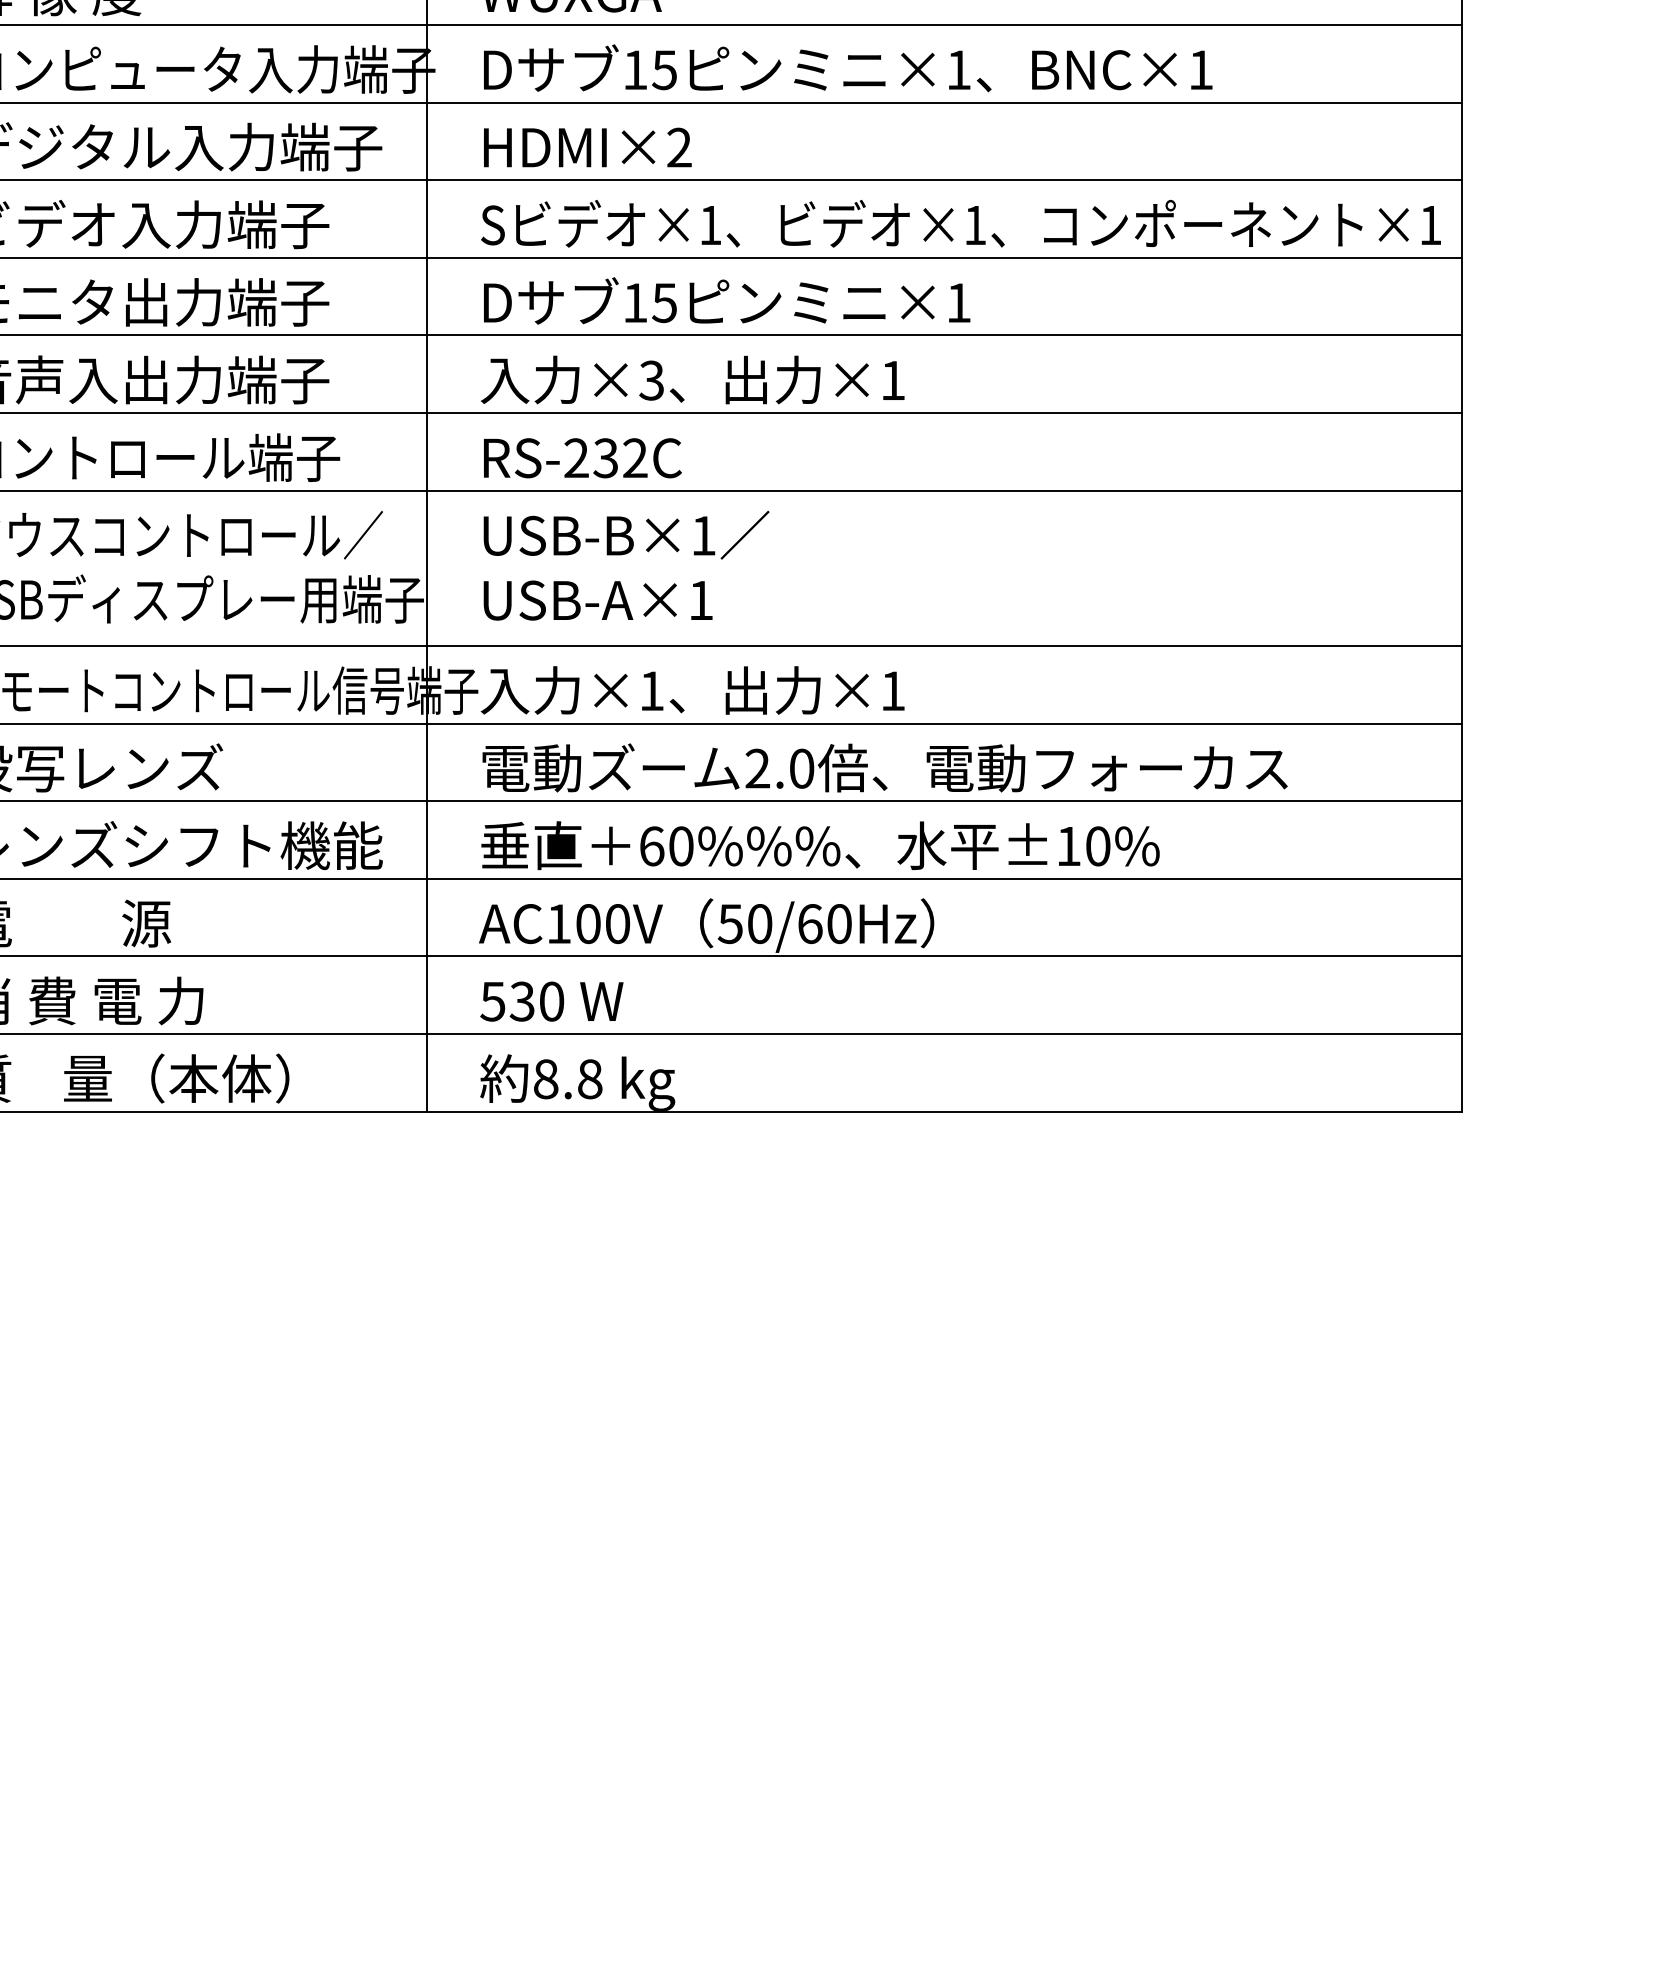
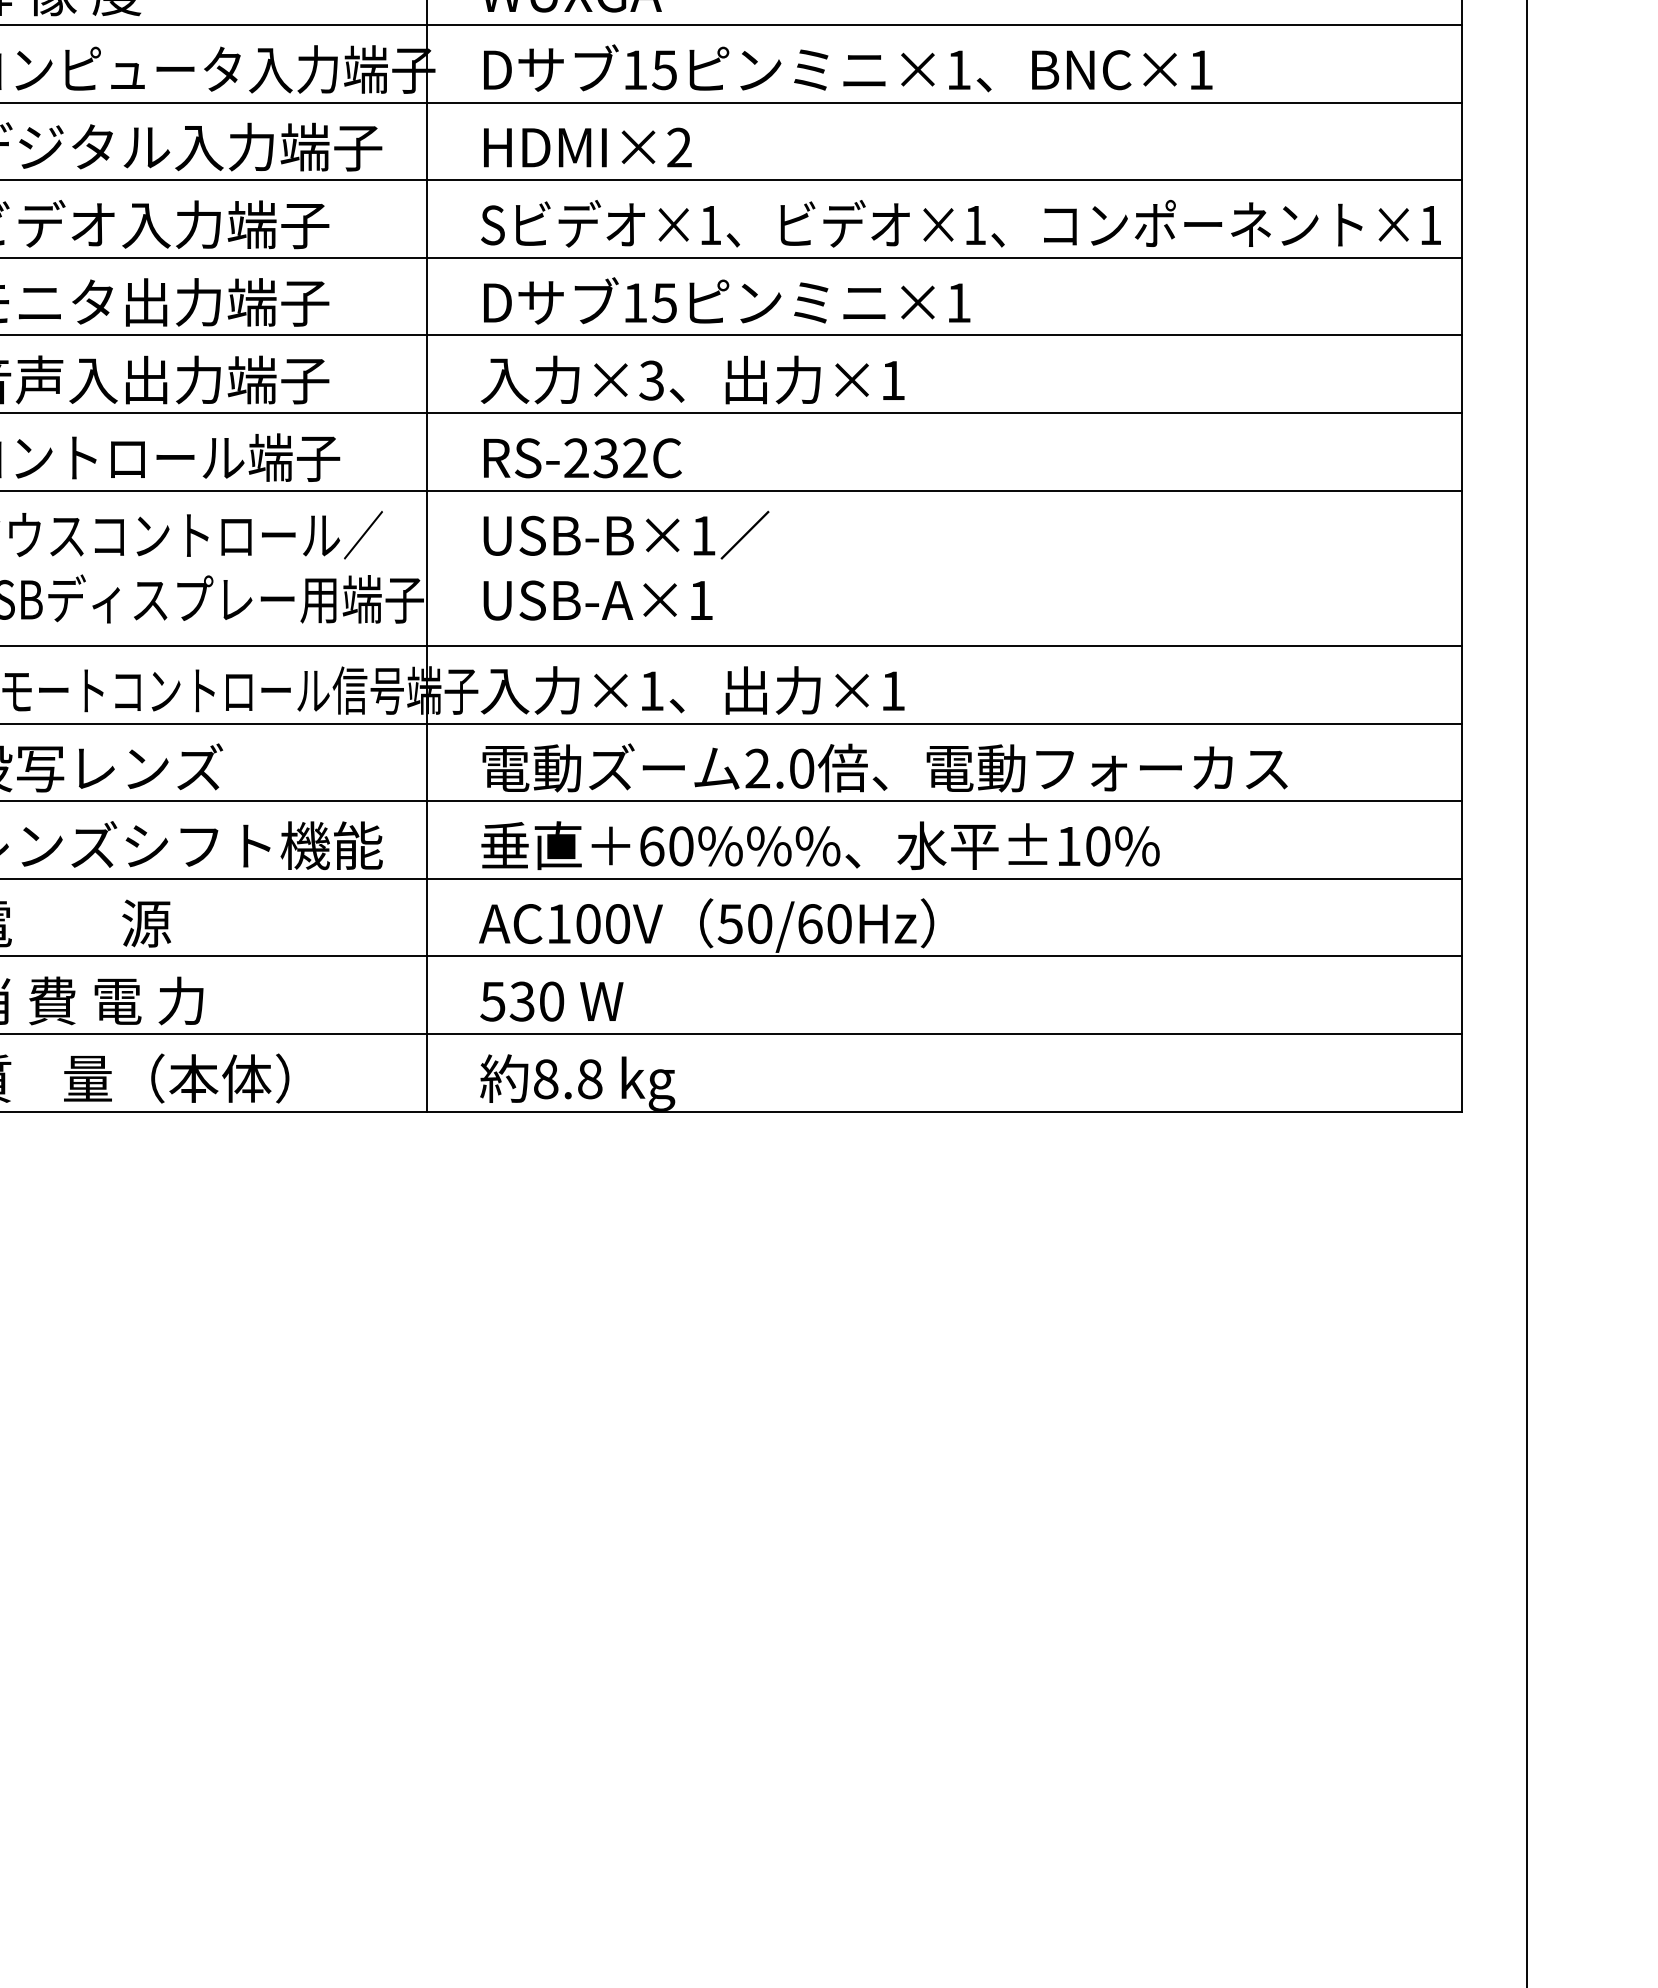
line at (1526, 993): none -> present
